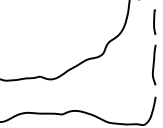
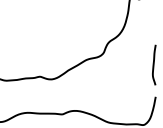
line at (154, 21): present -> none
